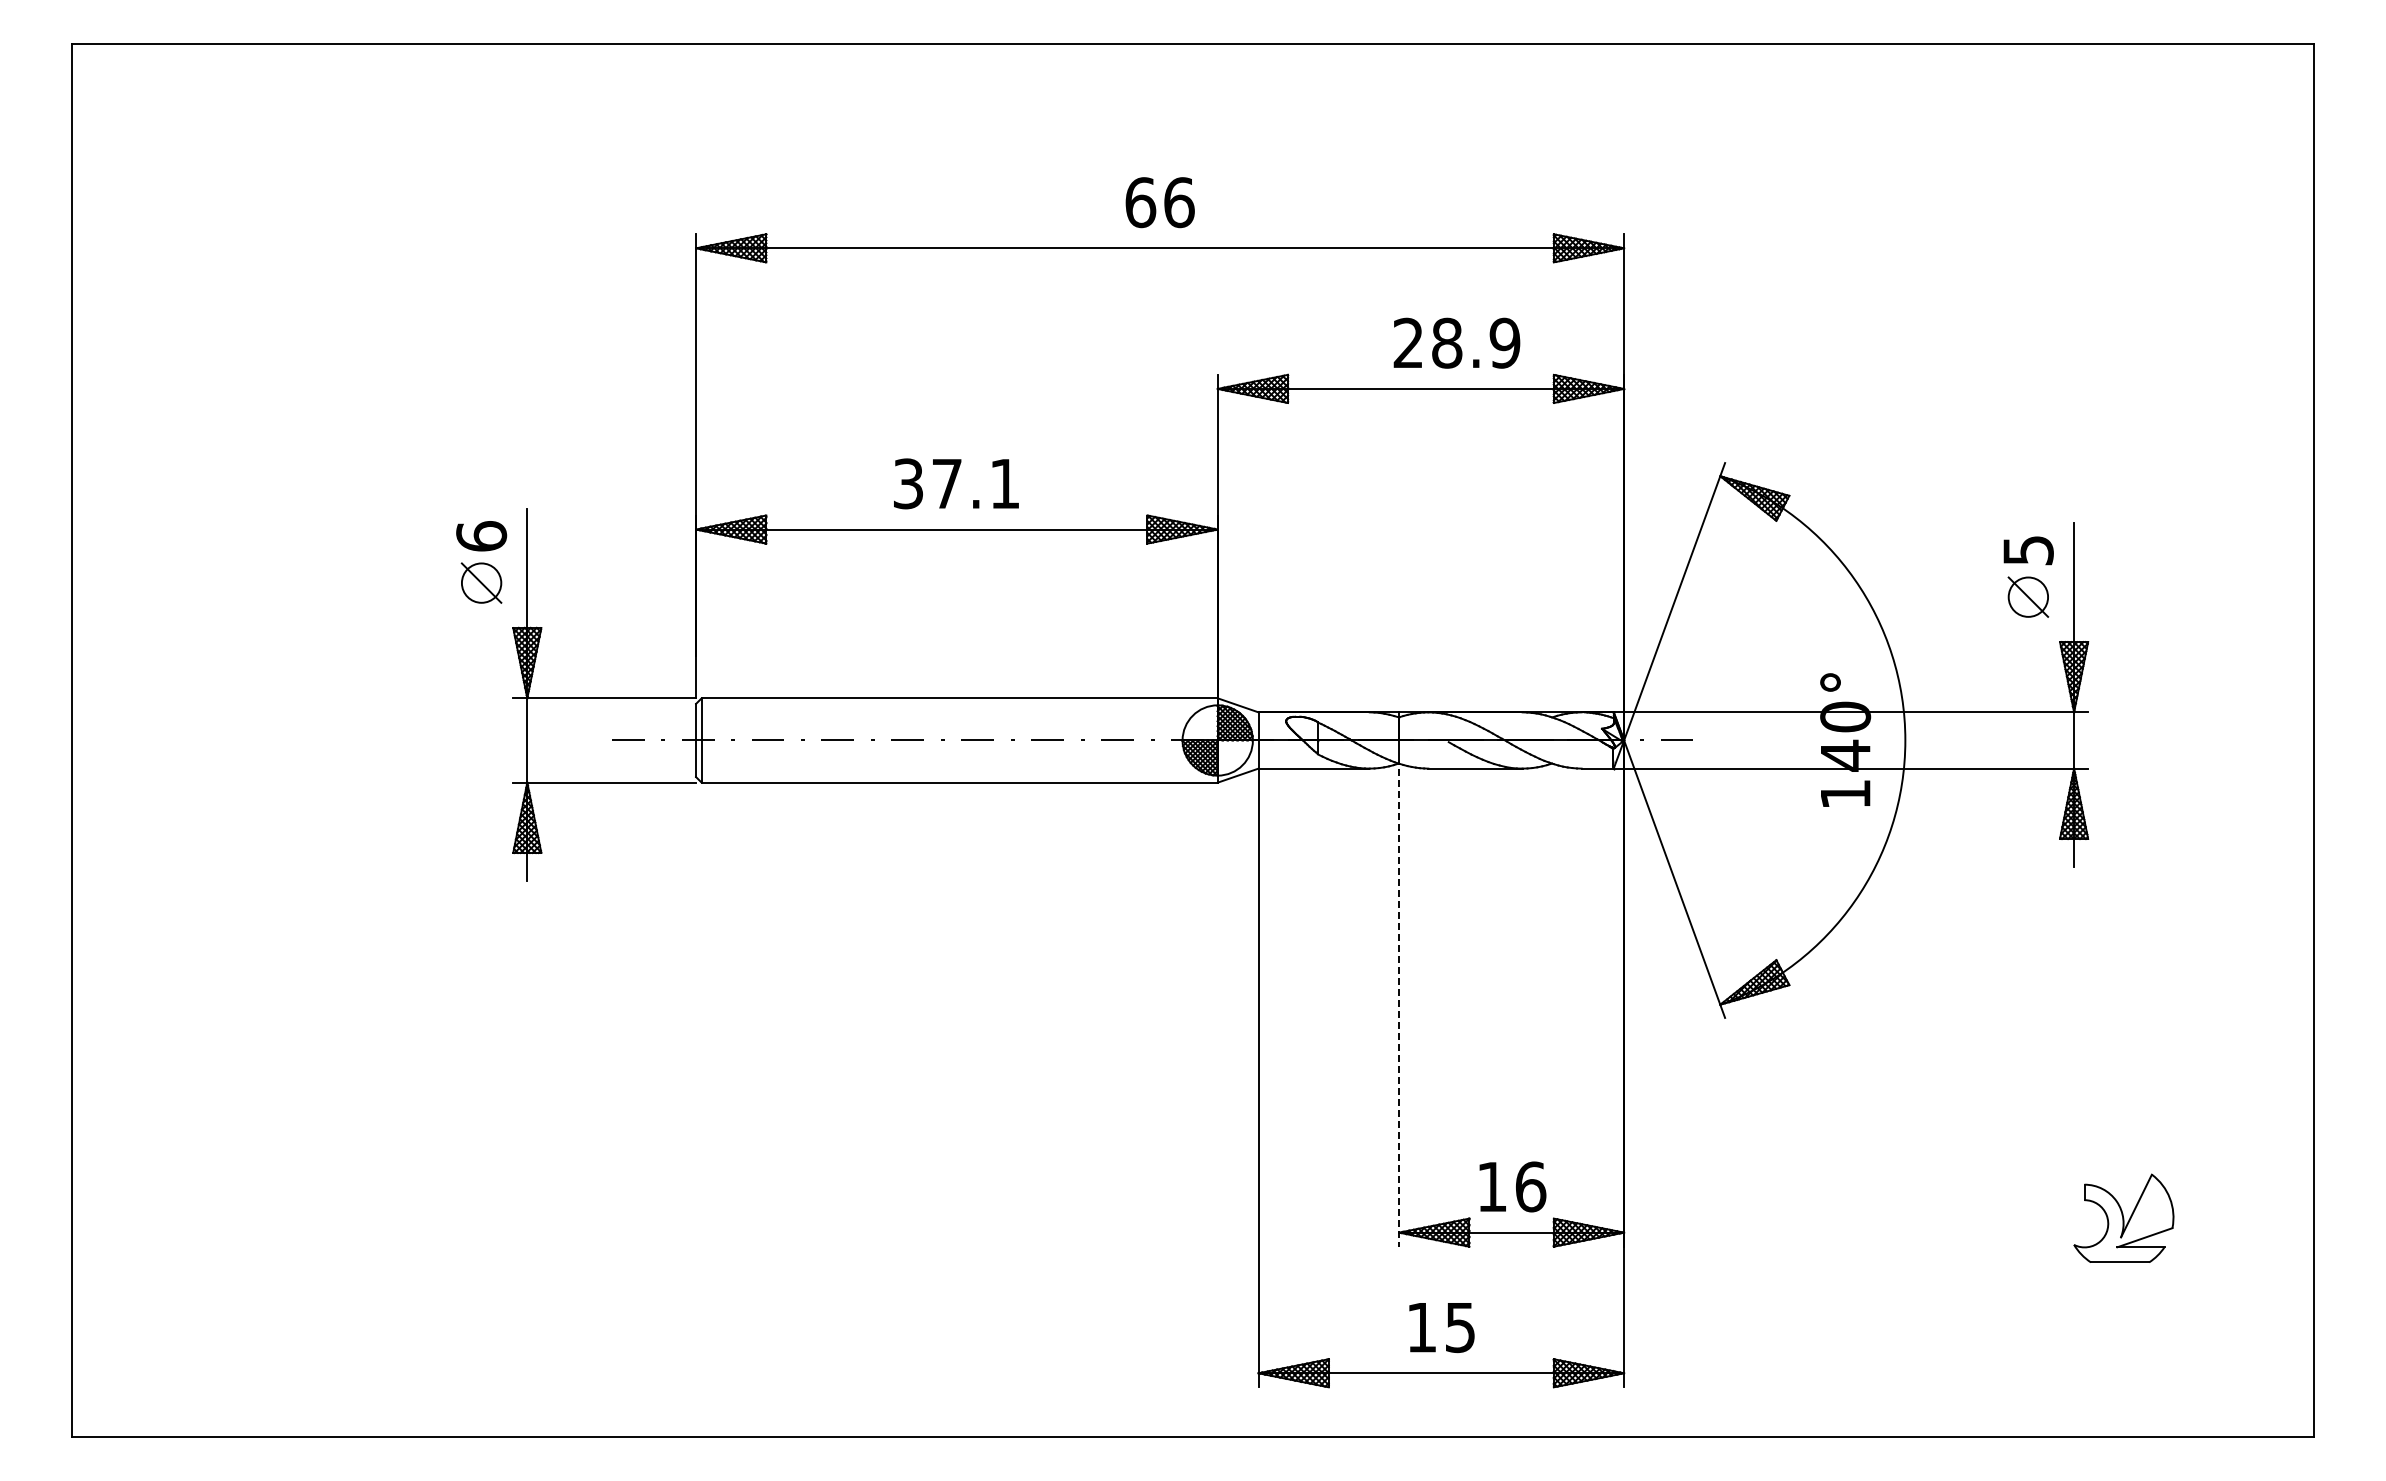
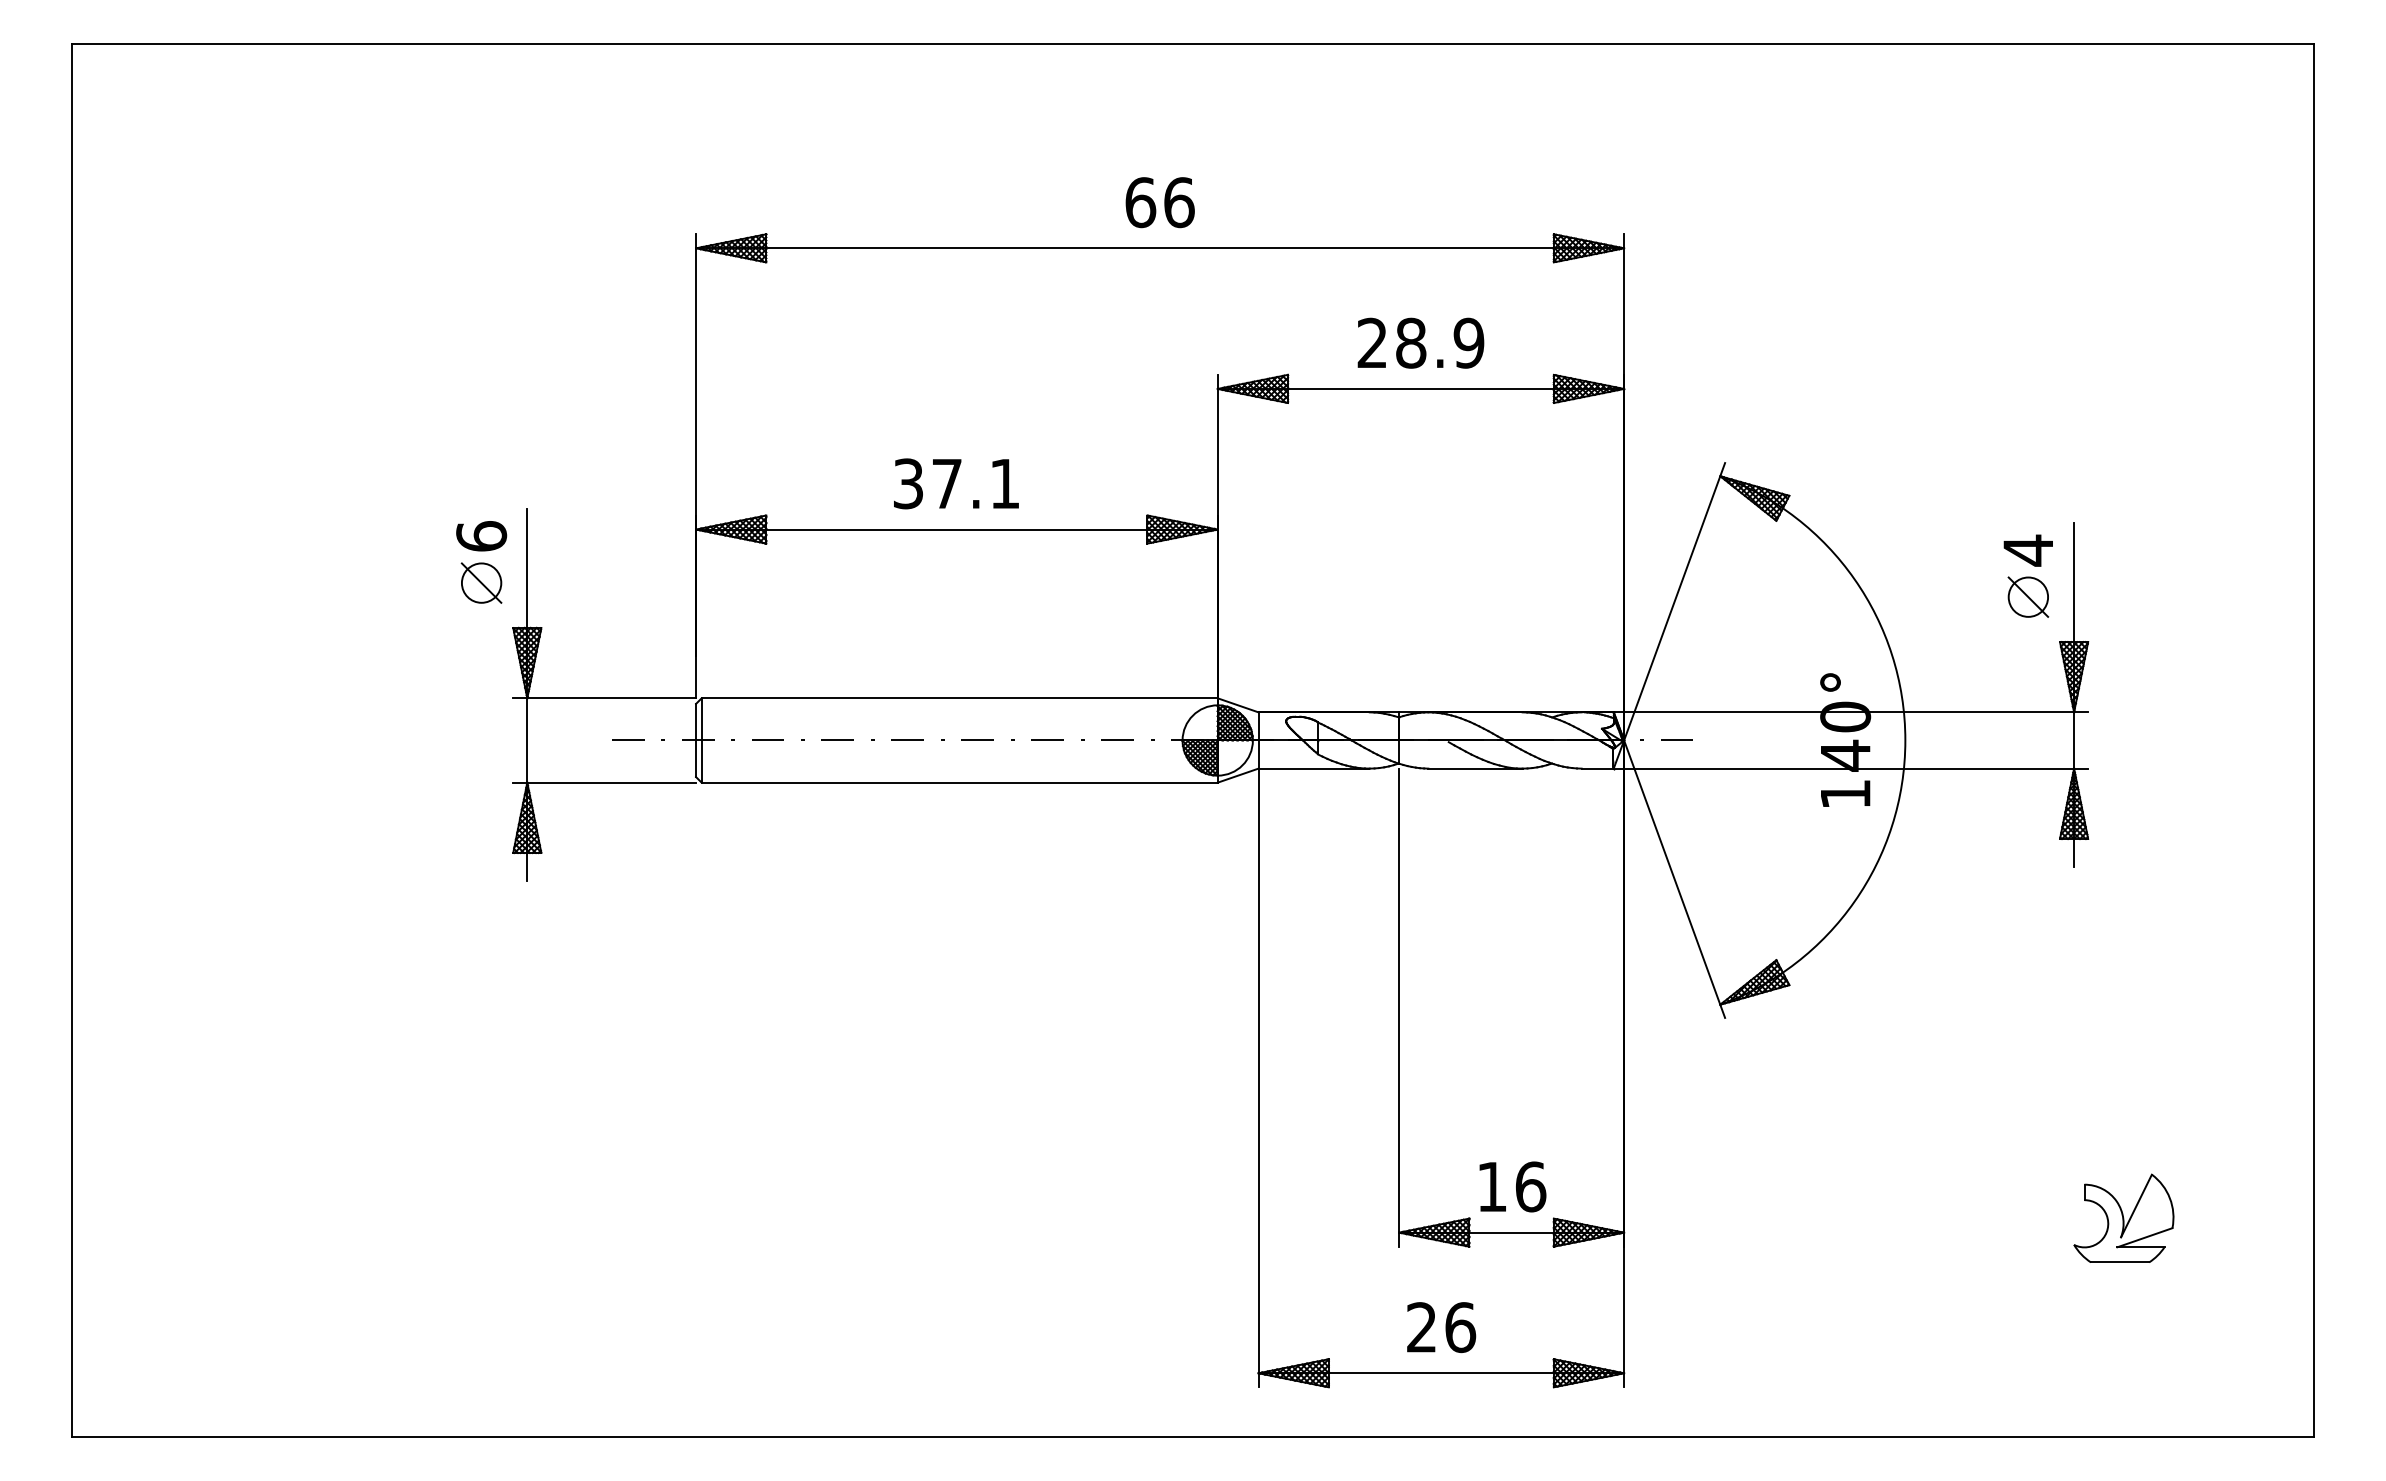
text at (1456, 342) position: (1456, 342) -> (1420, 342)
text at (2028, 550): 5 -> 4
line at (1399, 1008): dashed -> solid
text at (1441, 1327): 15 -> 26
